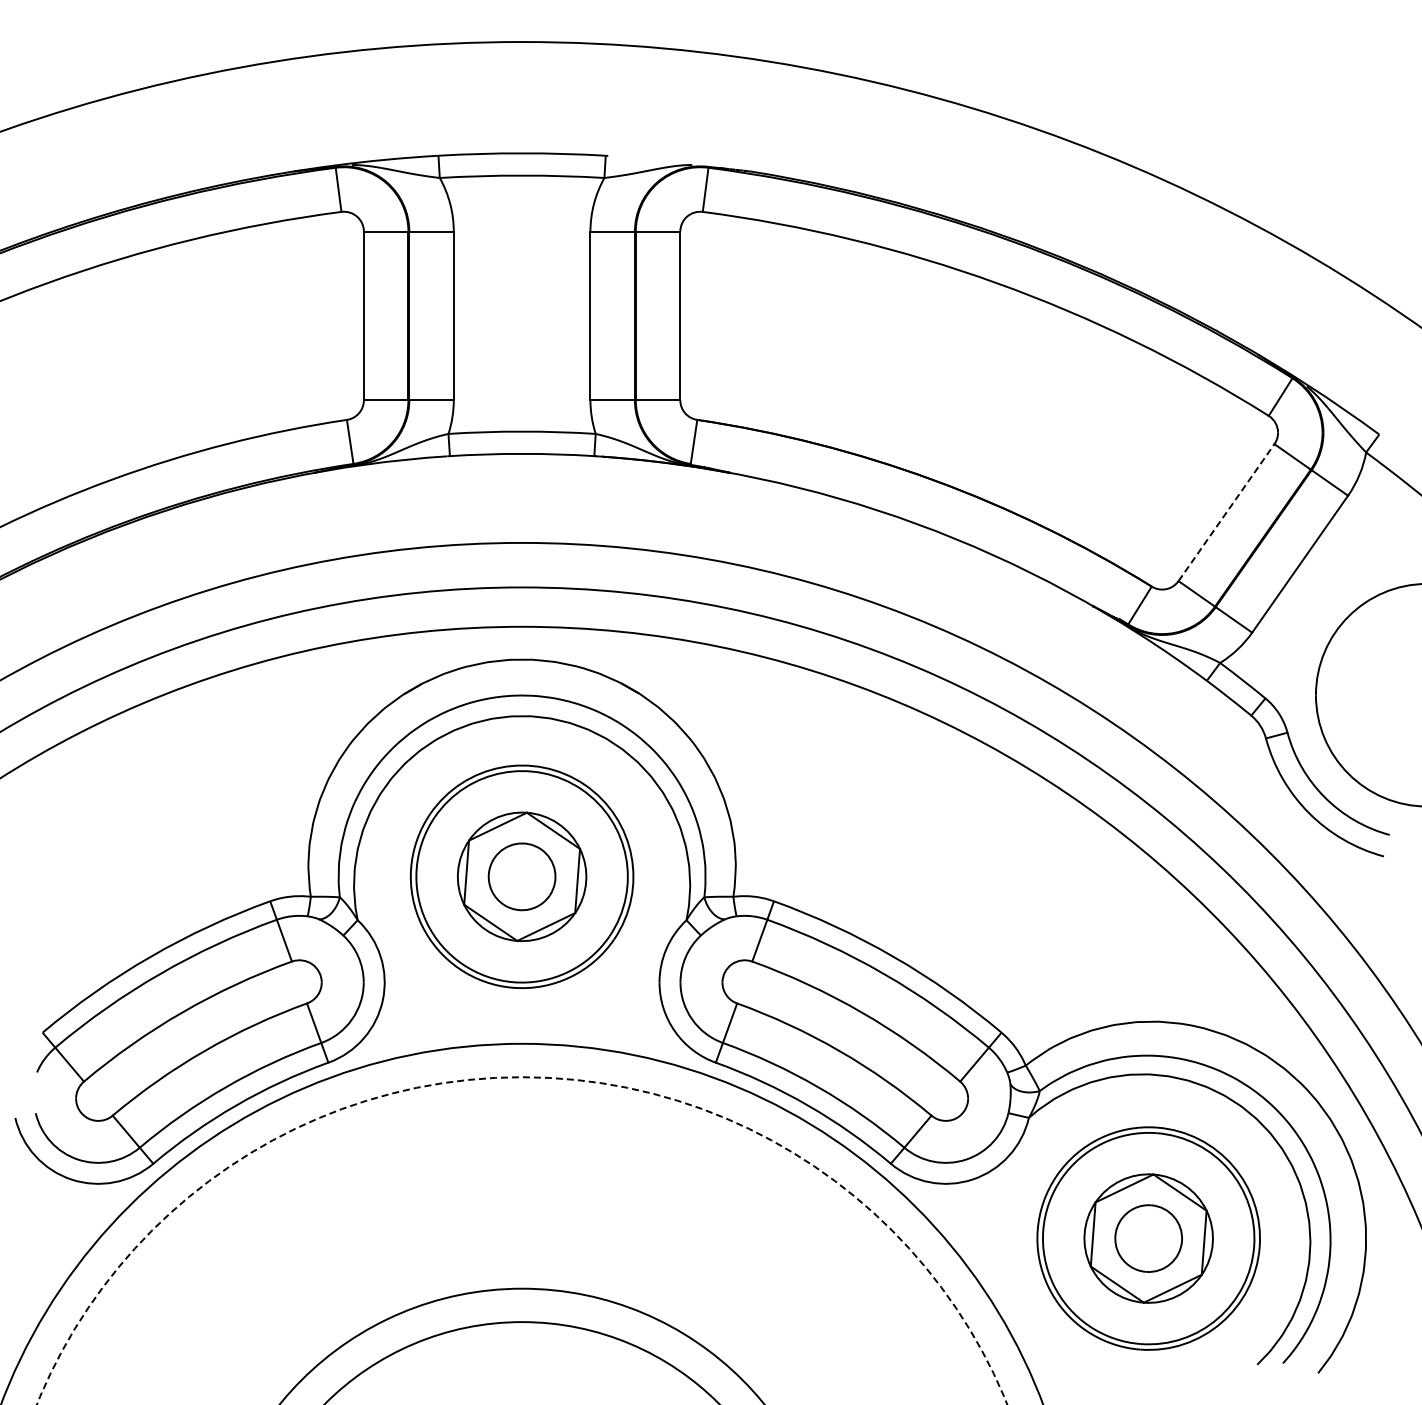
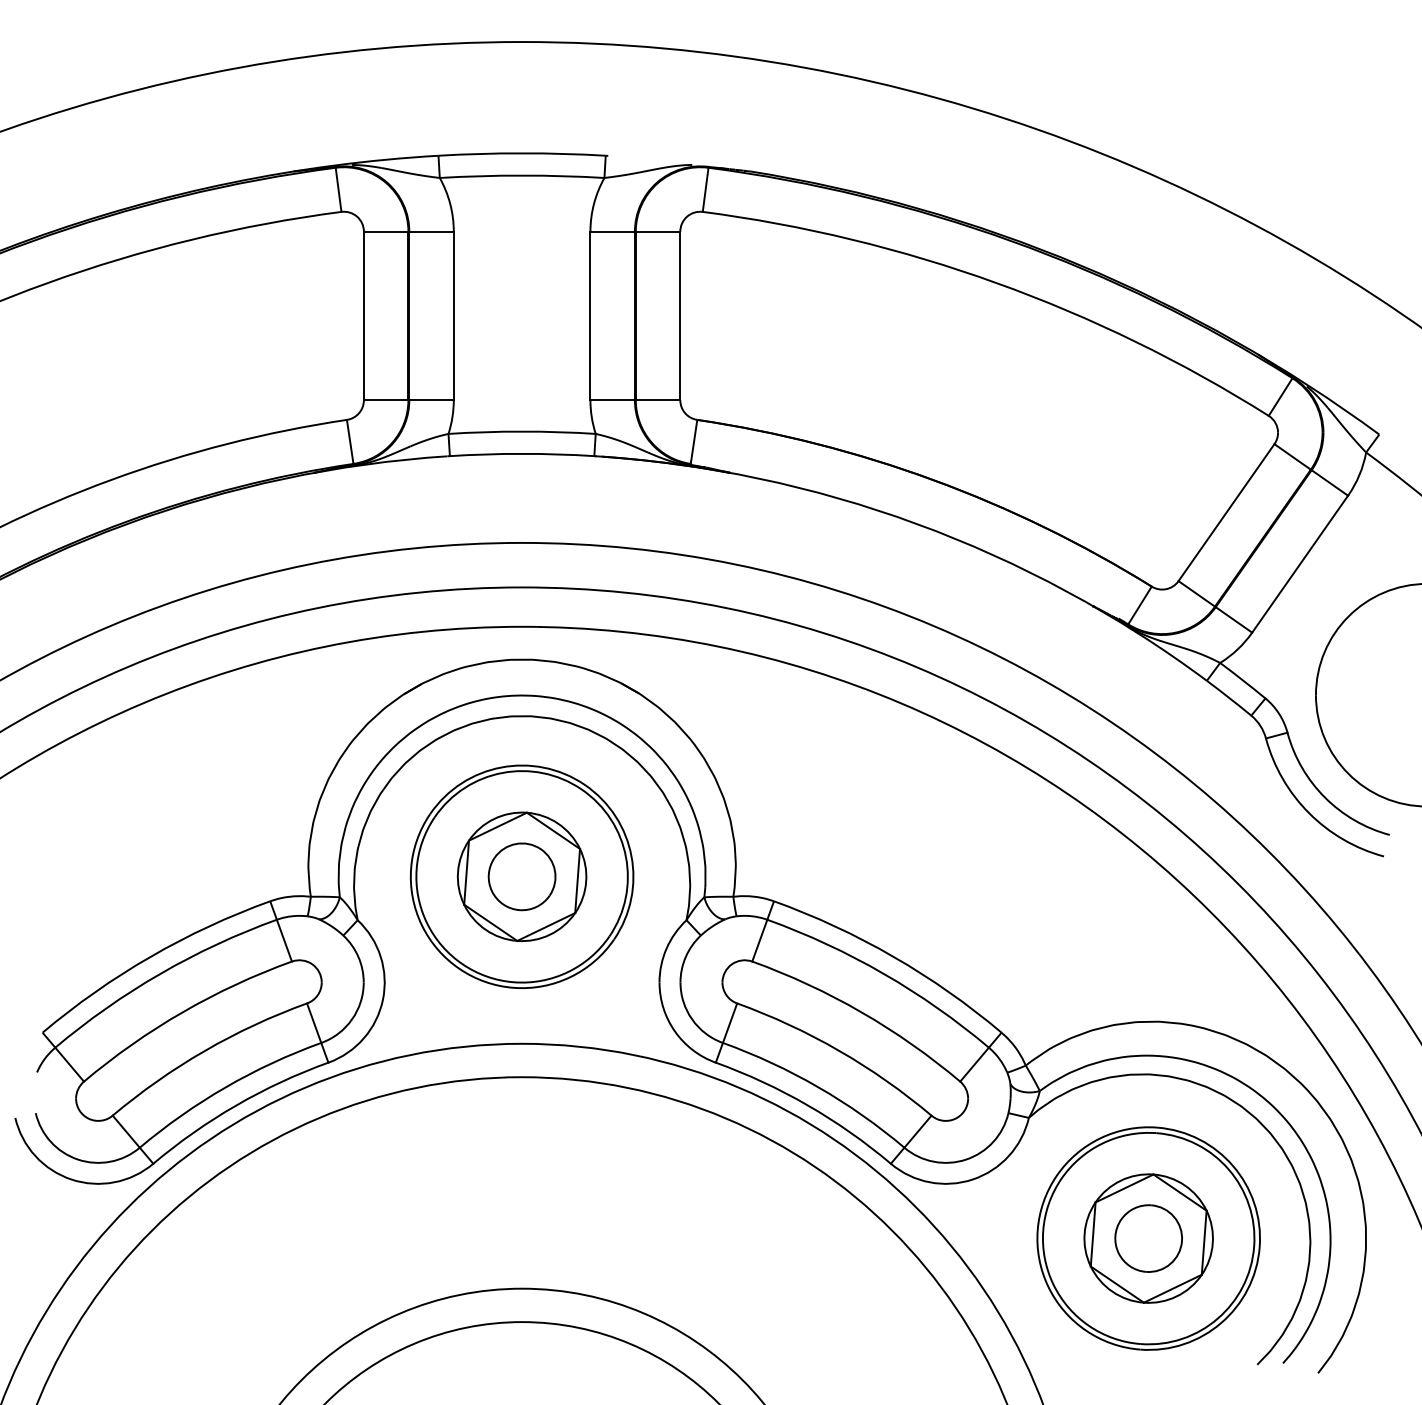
line at (1226, 512): dashed -> solid
arc at (522, 1077): dashed -> solid
